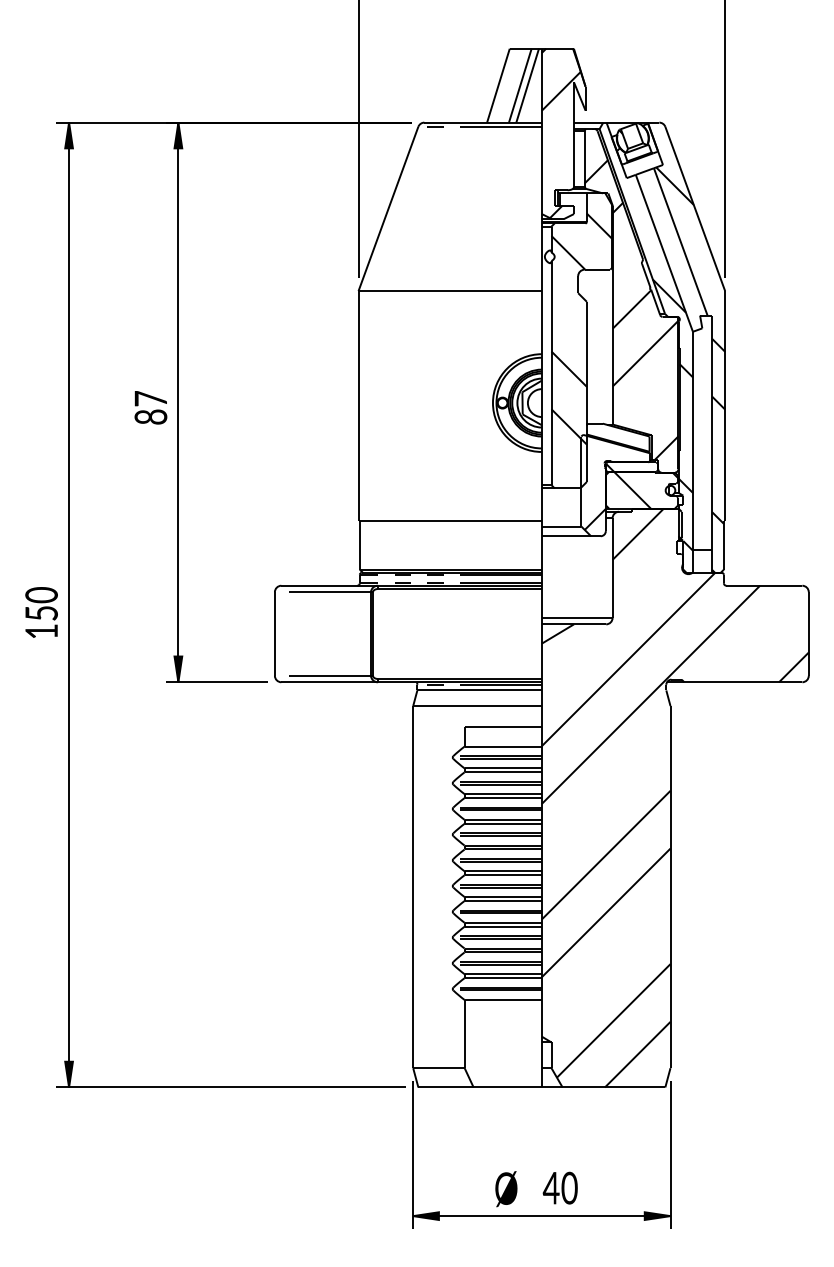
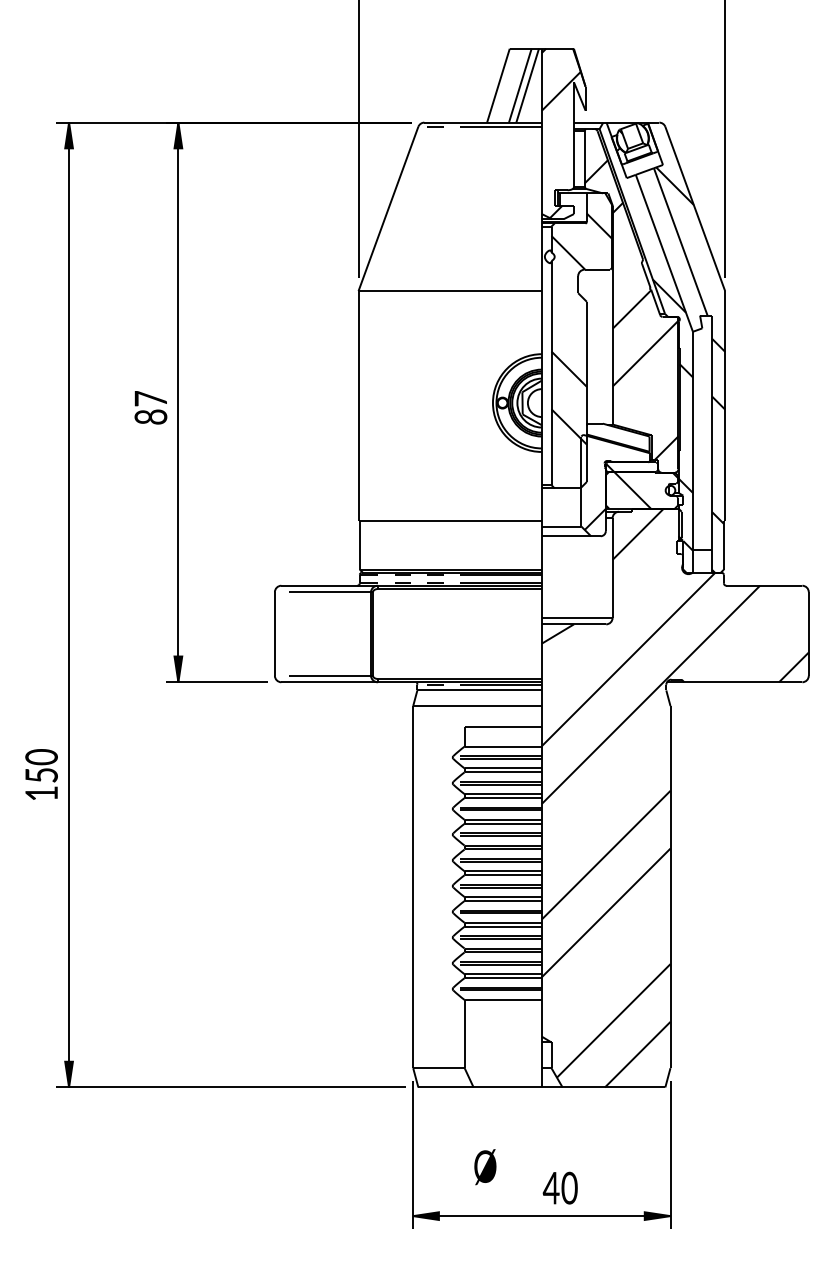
text at (41, 612) position: (41, 612) -> (41, 774)
text at (506, 1189) position: (506, 1189) -> (485, 1167)
